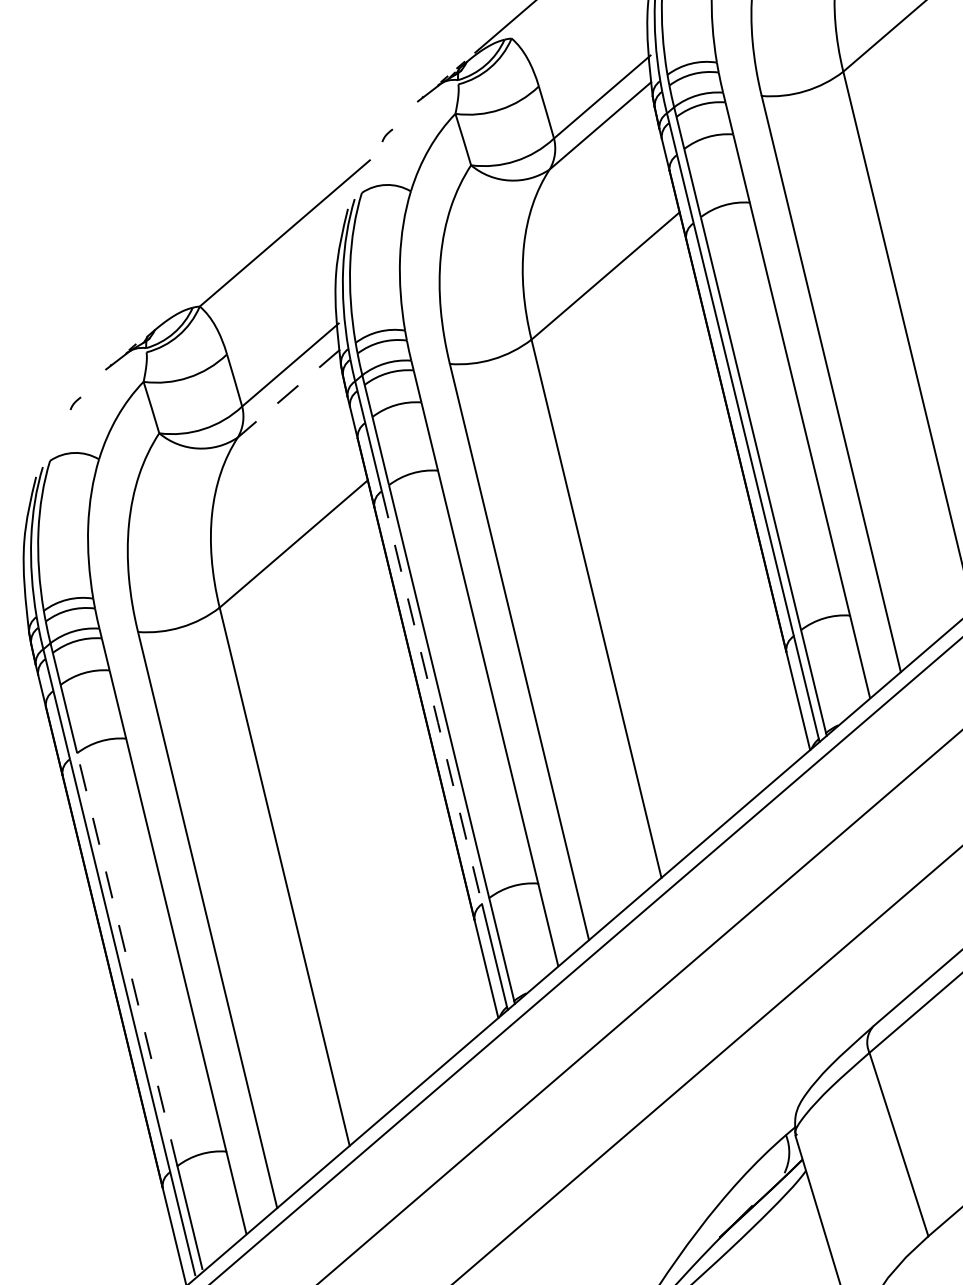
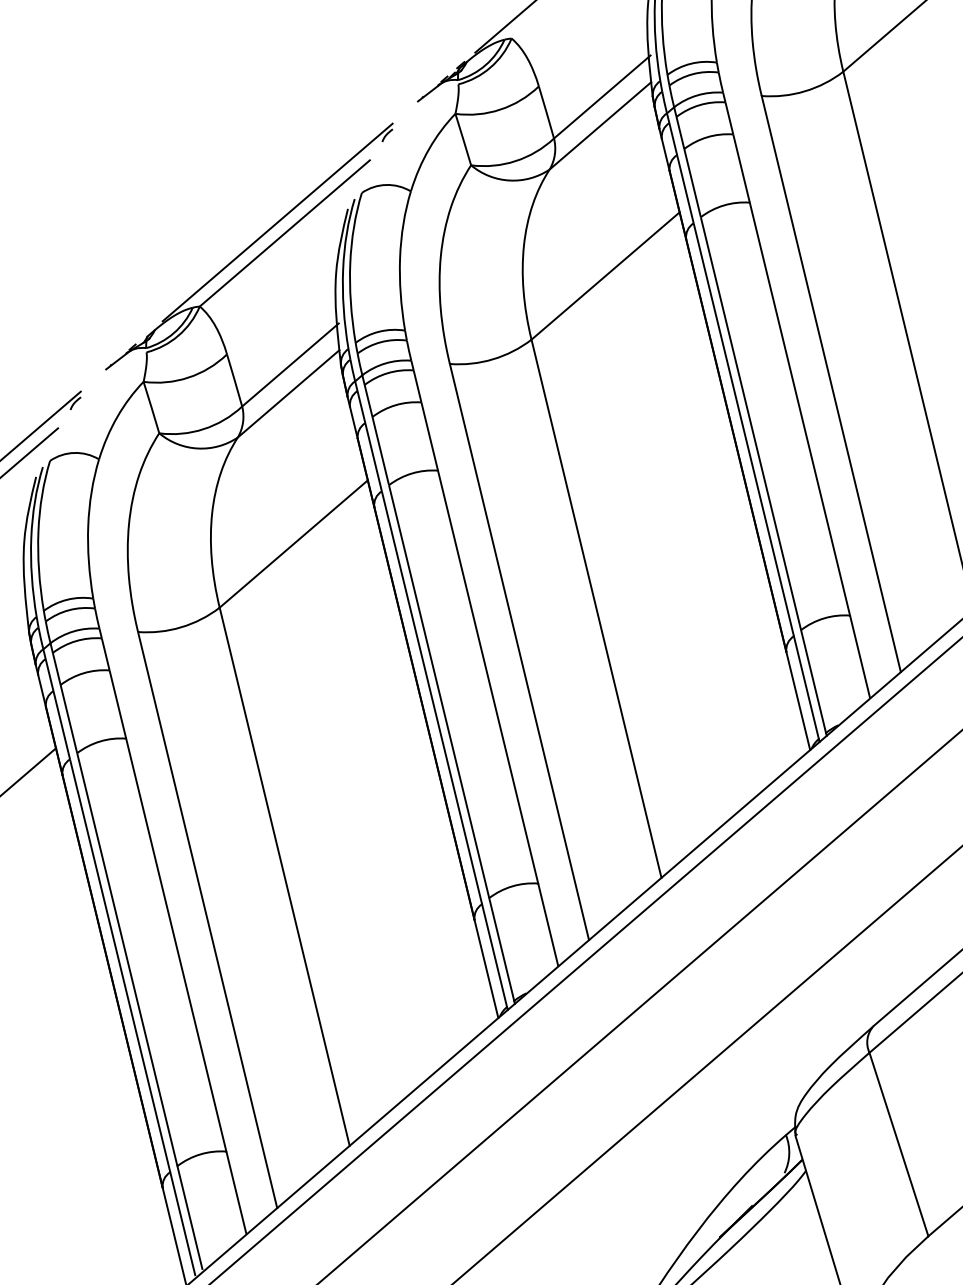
line at (277, 222): none -> present
line at (289, 393): dashed -> solid
line at (41, 424): none -> present
line at (30, 451): none -> present
line at (432, 698): dashed -> solid
line at (29, 771): none -> present
line at (127, 959): dashed -> solid
